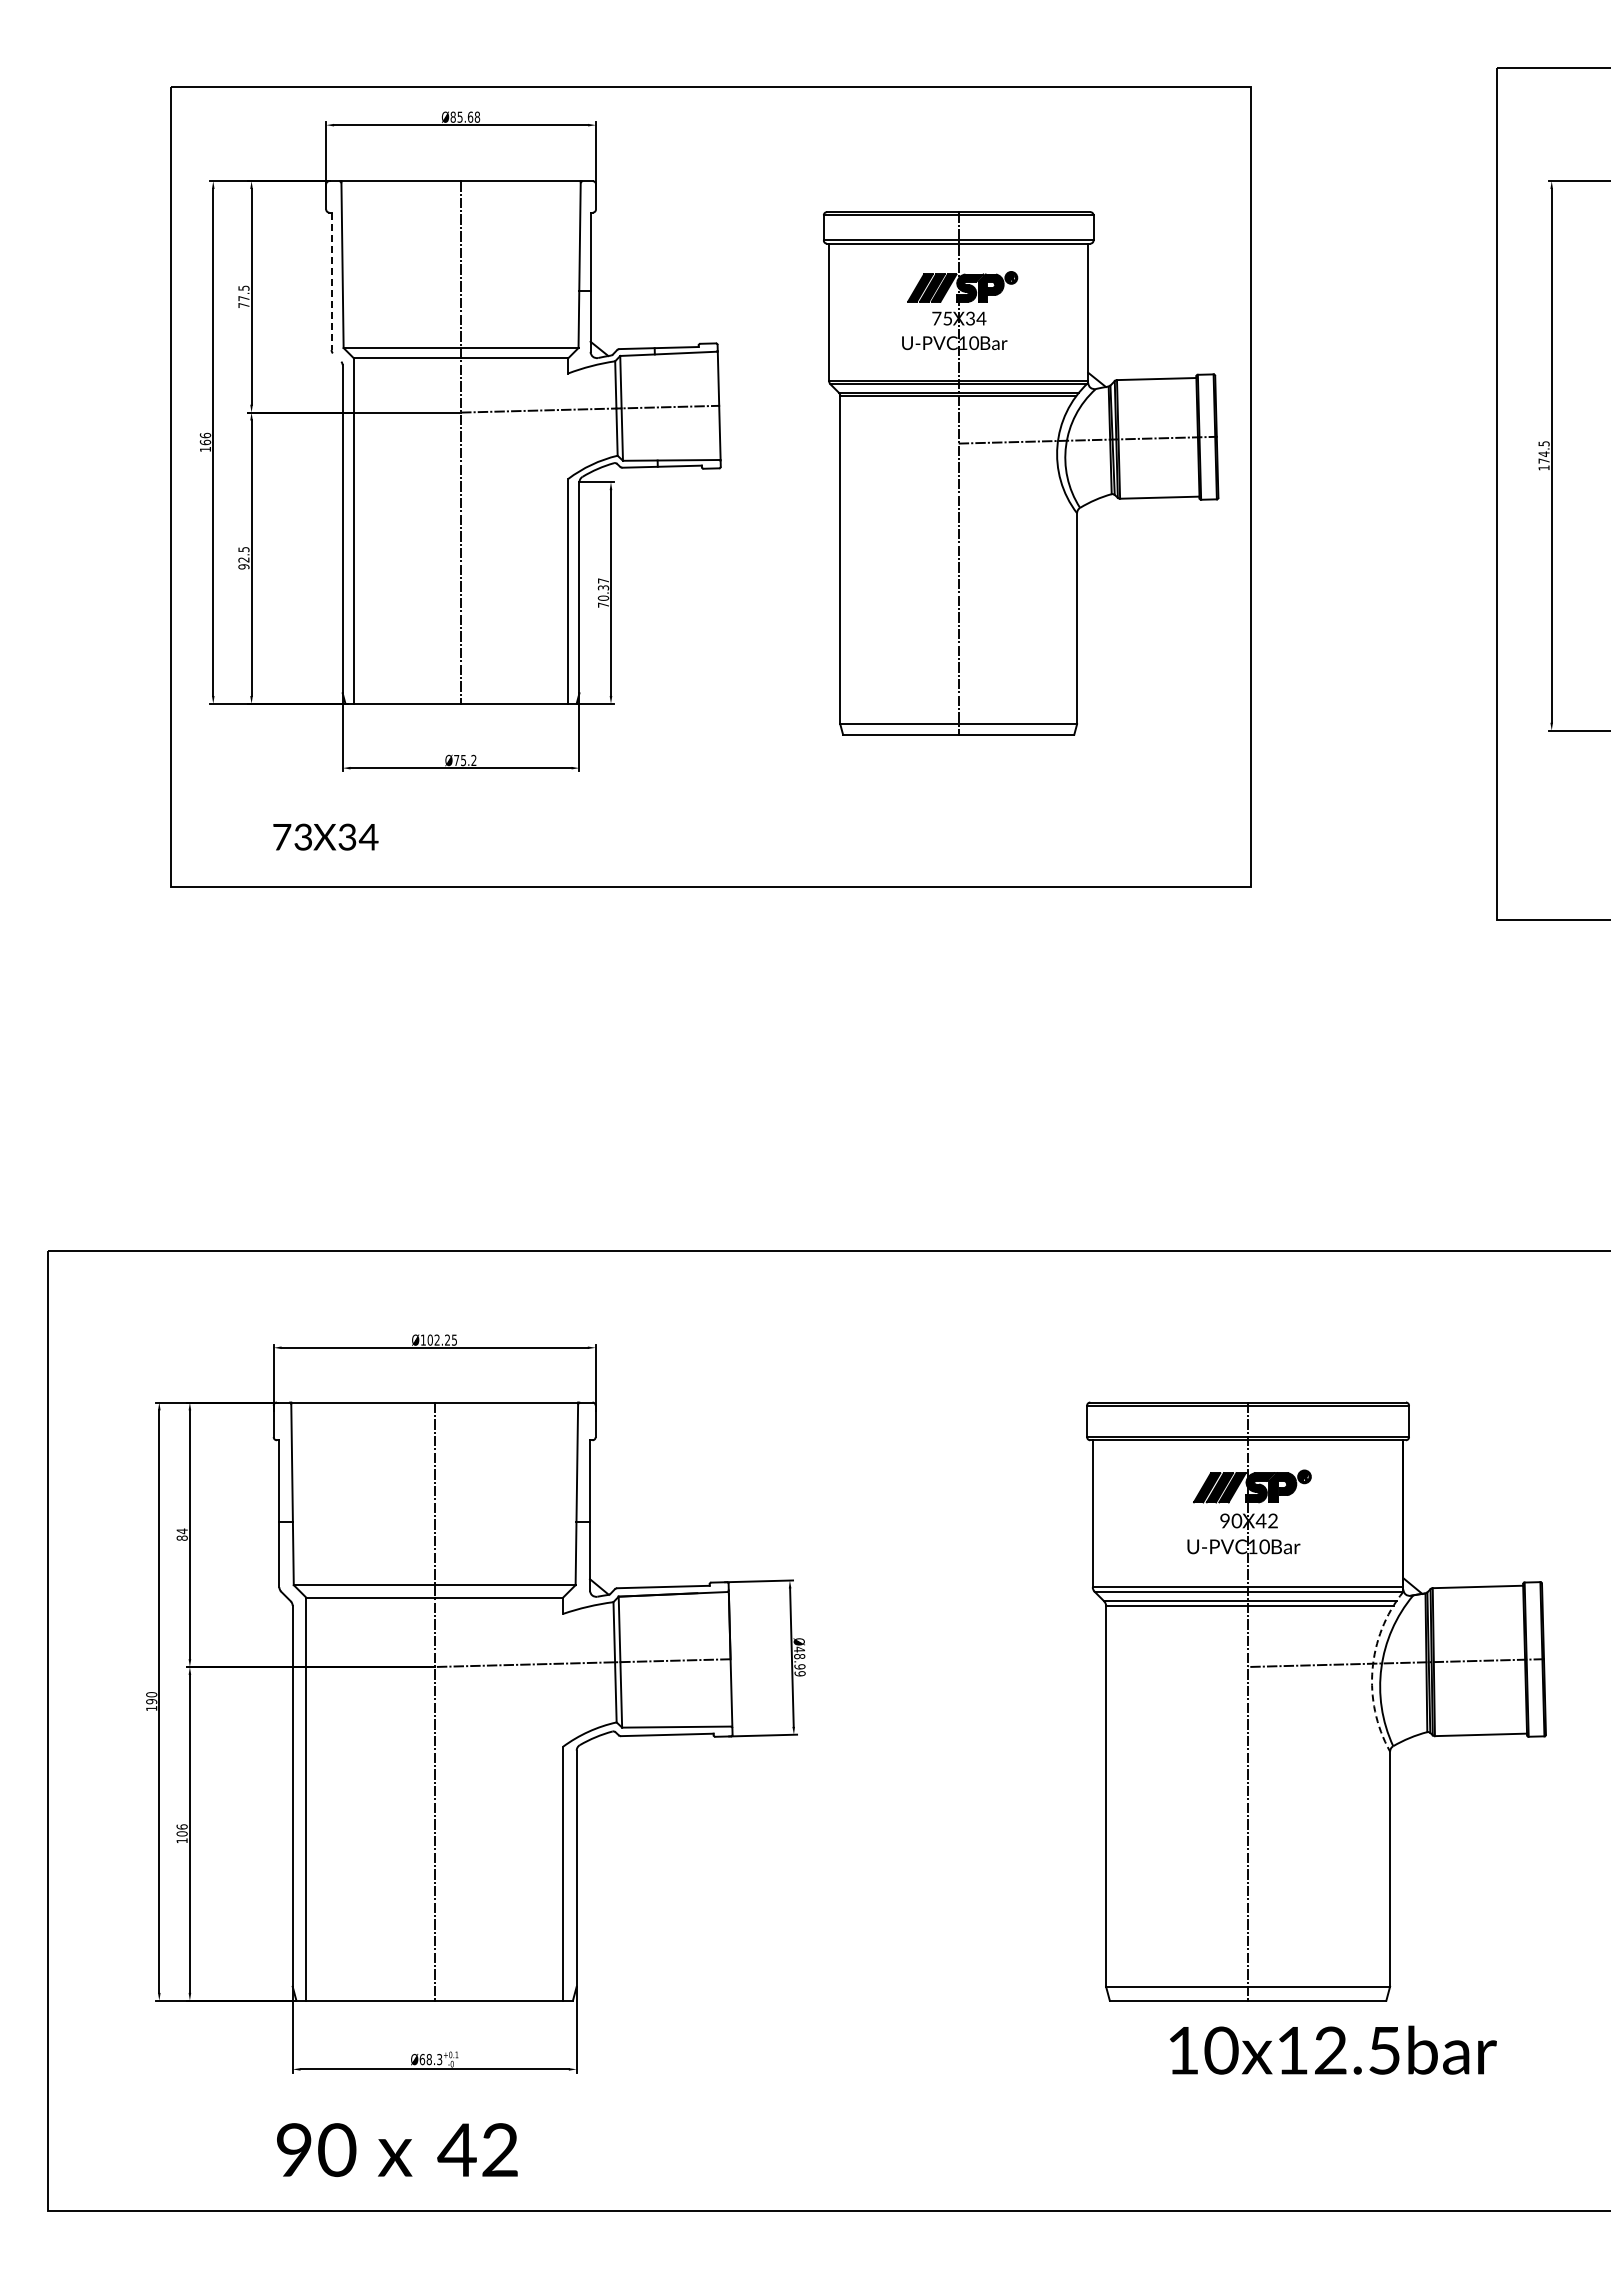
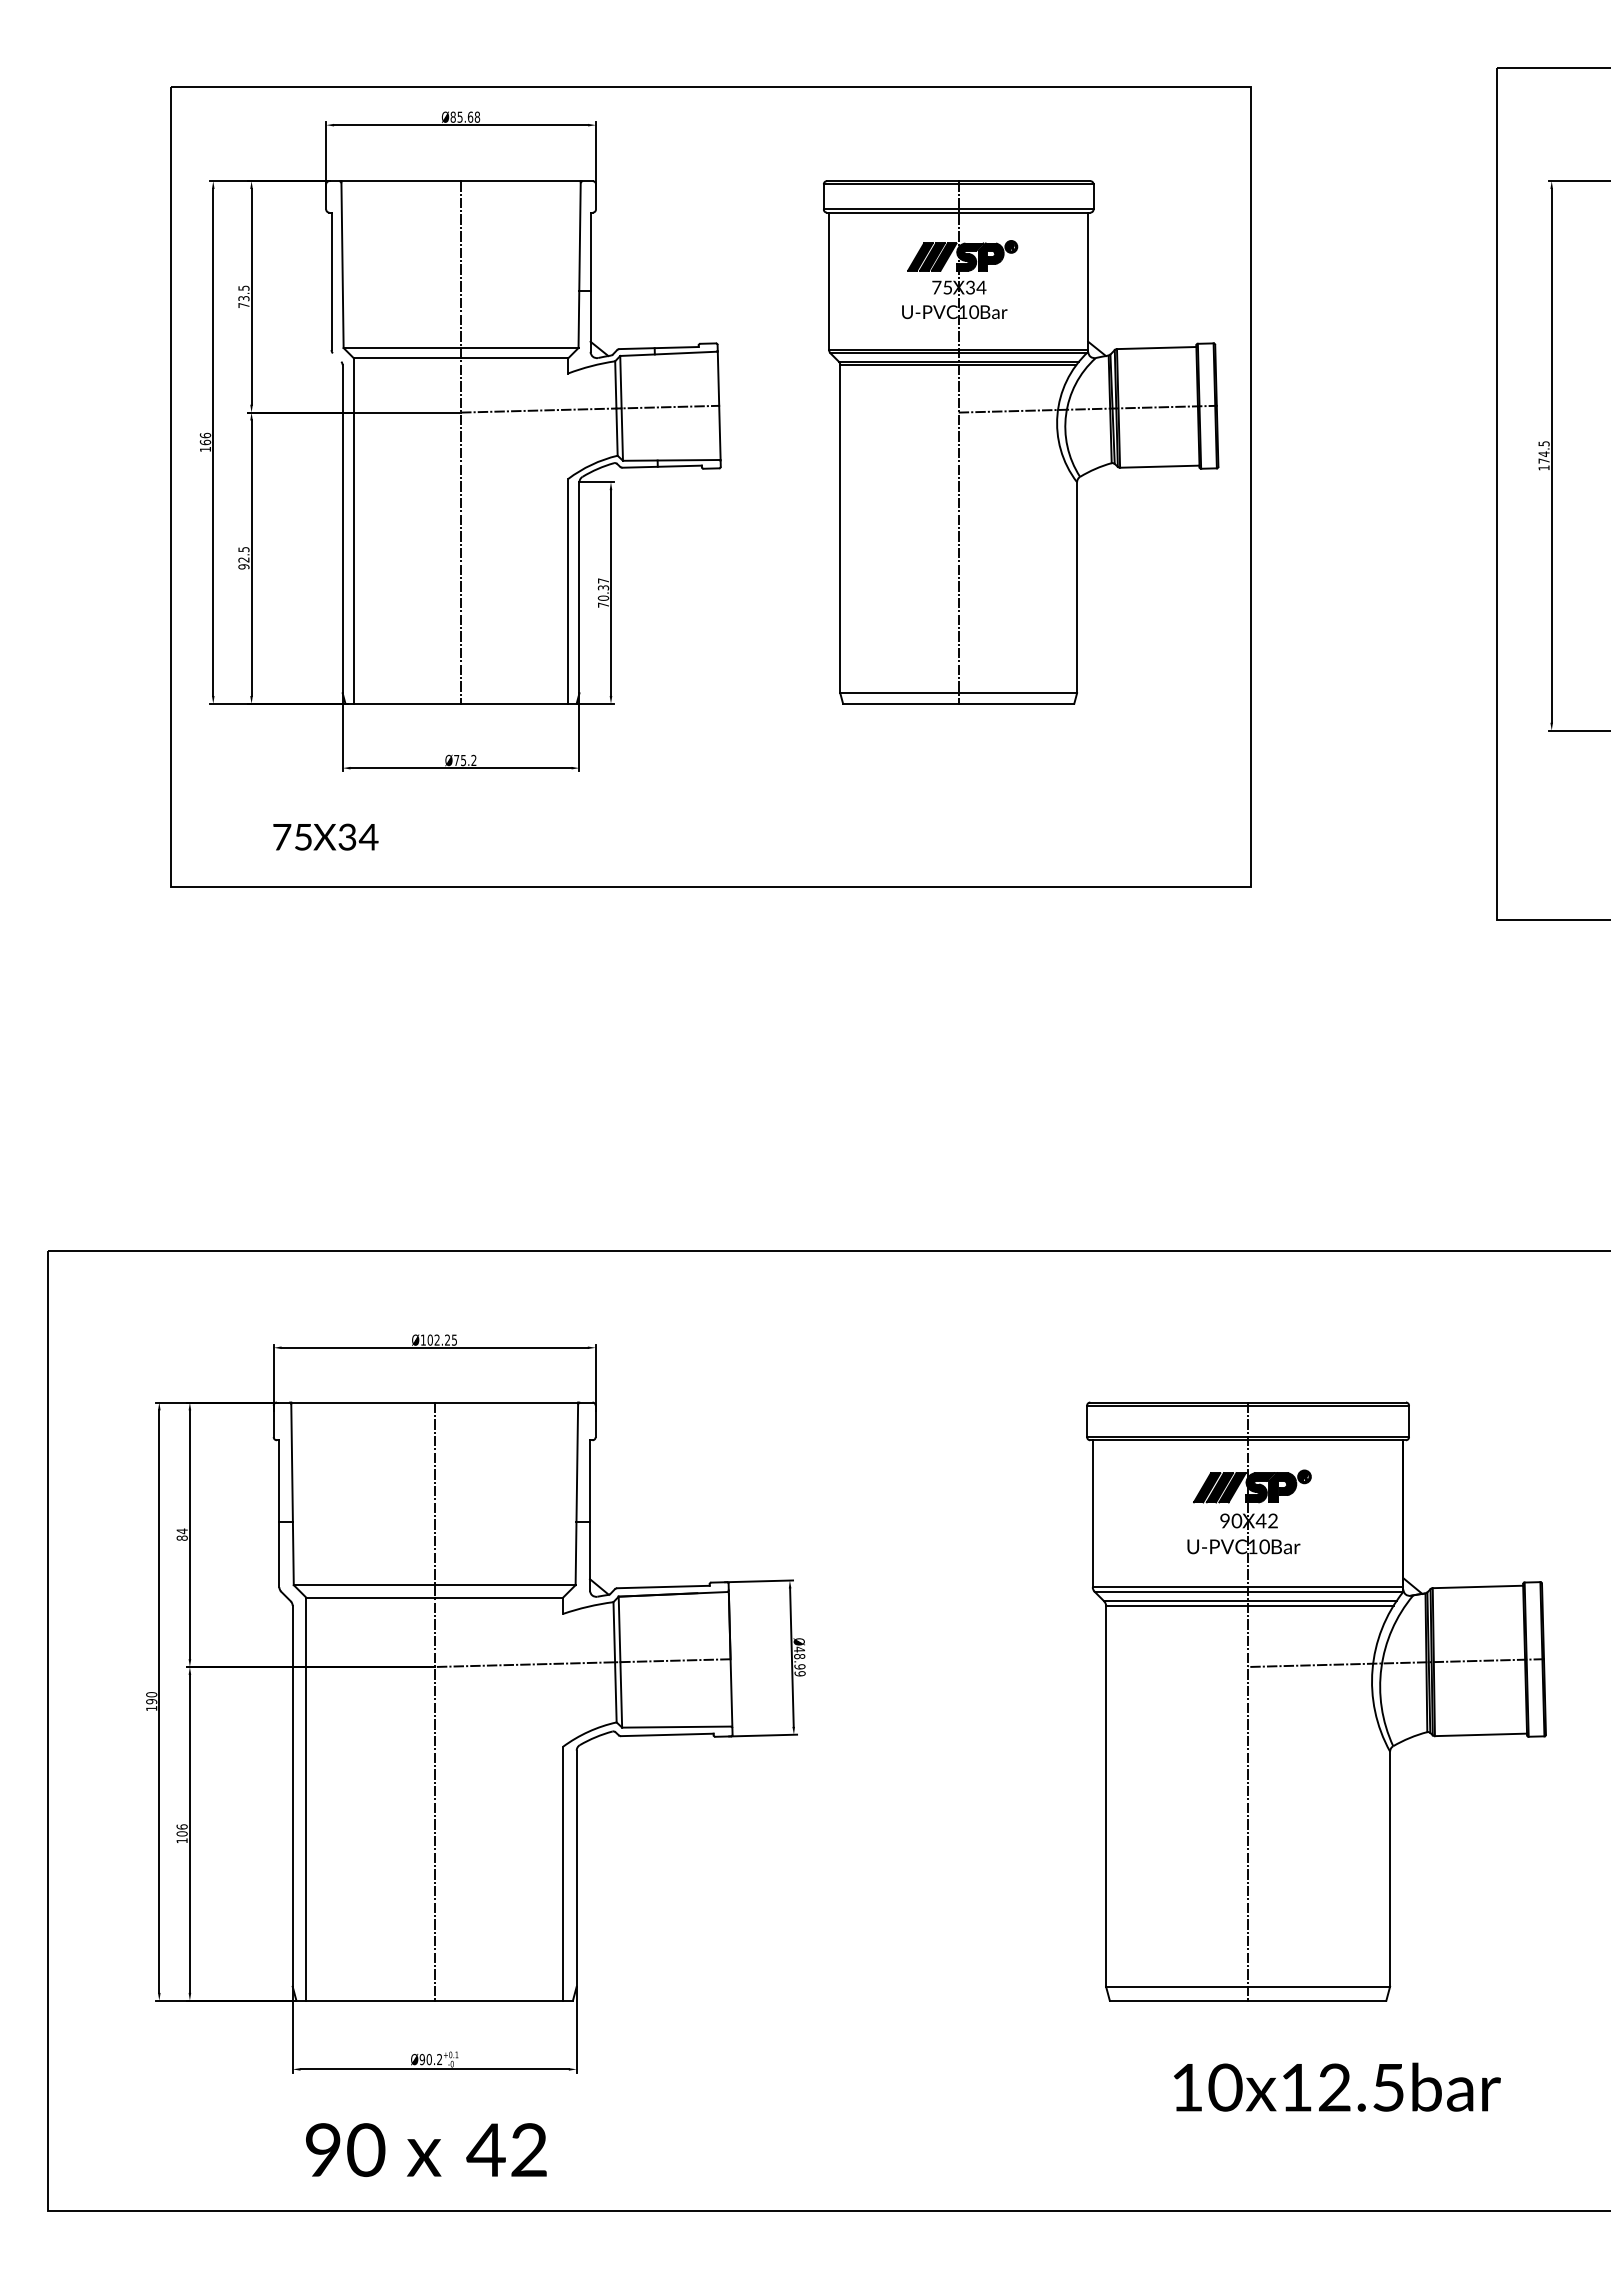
line at (331, 281): dashed -> solid
text at (243, 298): 77.5 -> 73.5
part at (1021, 473) position: (1021, 473) -> (1021, 442)
text at (303, 836): 73 -> 75
arc at (1372, 1669): dashed -> solid
text at (1333, 2049) position: (1333, 2049) -> (1337, 2086)
text at (430, 2059): Ø68.3 -> Ø90.2
text at (397, 2149) position: (397, 2149) -> (426, 2149)
